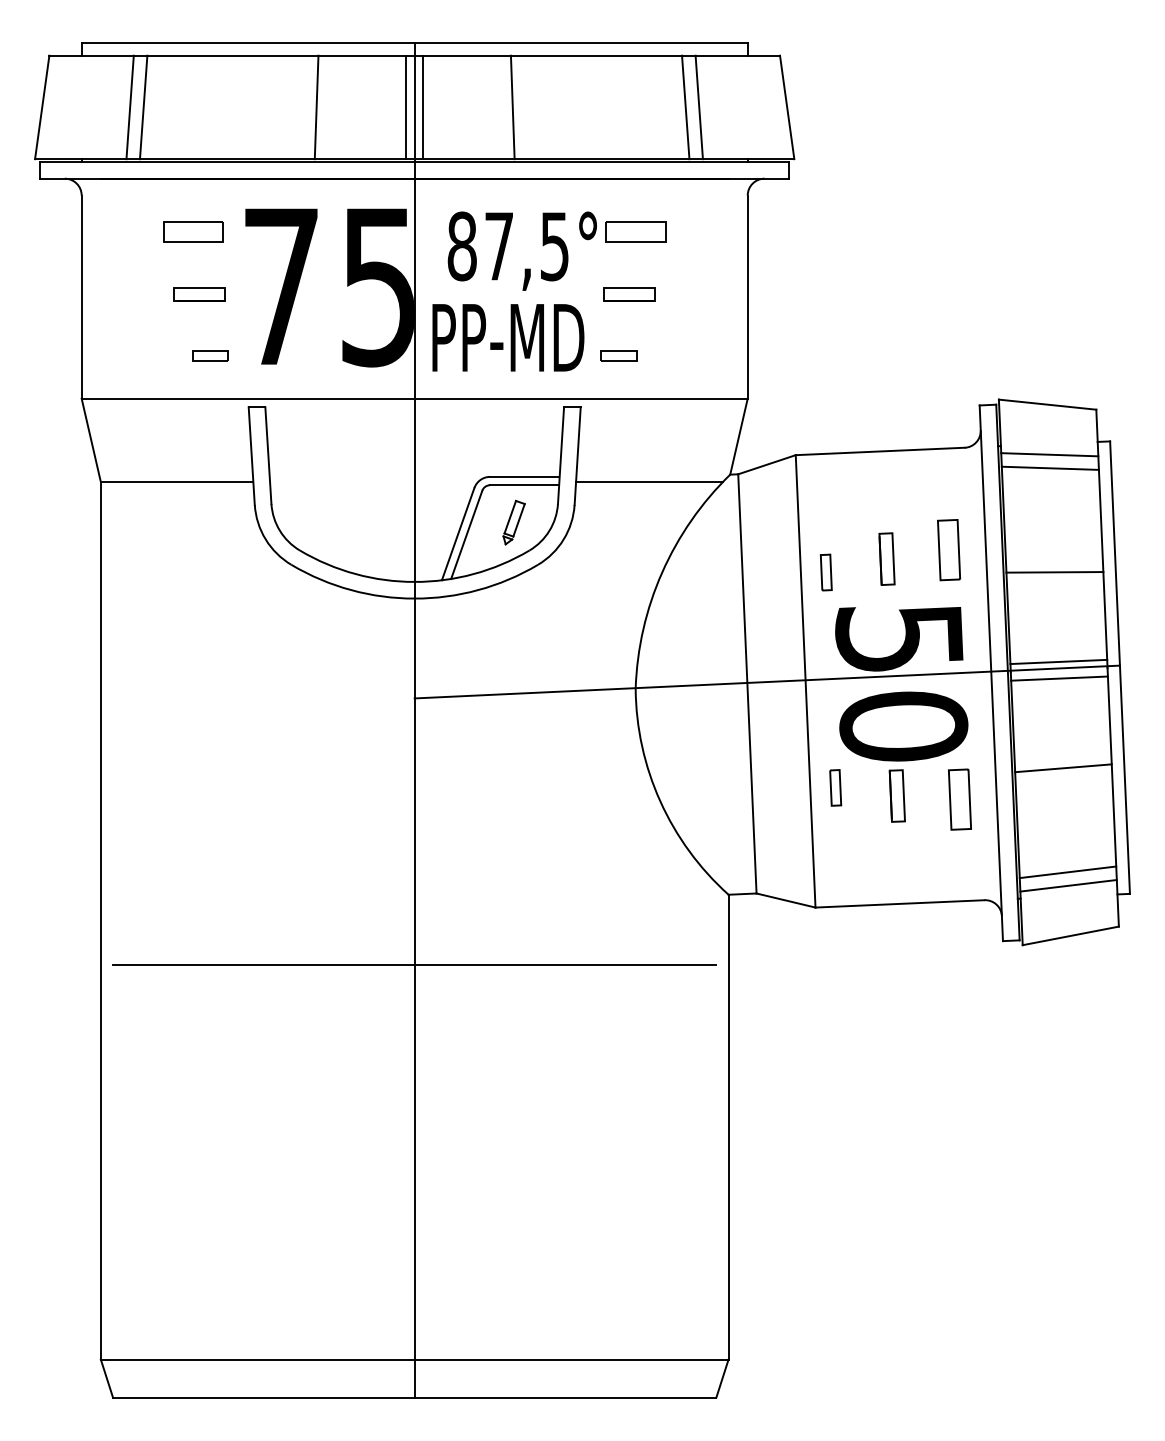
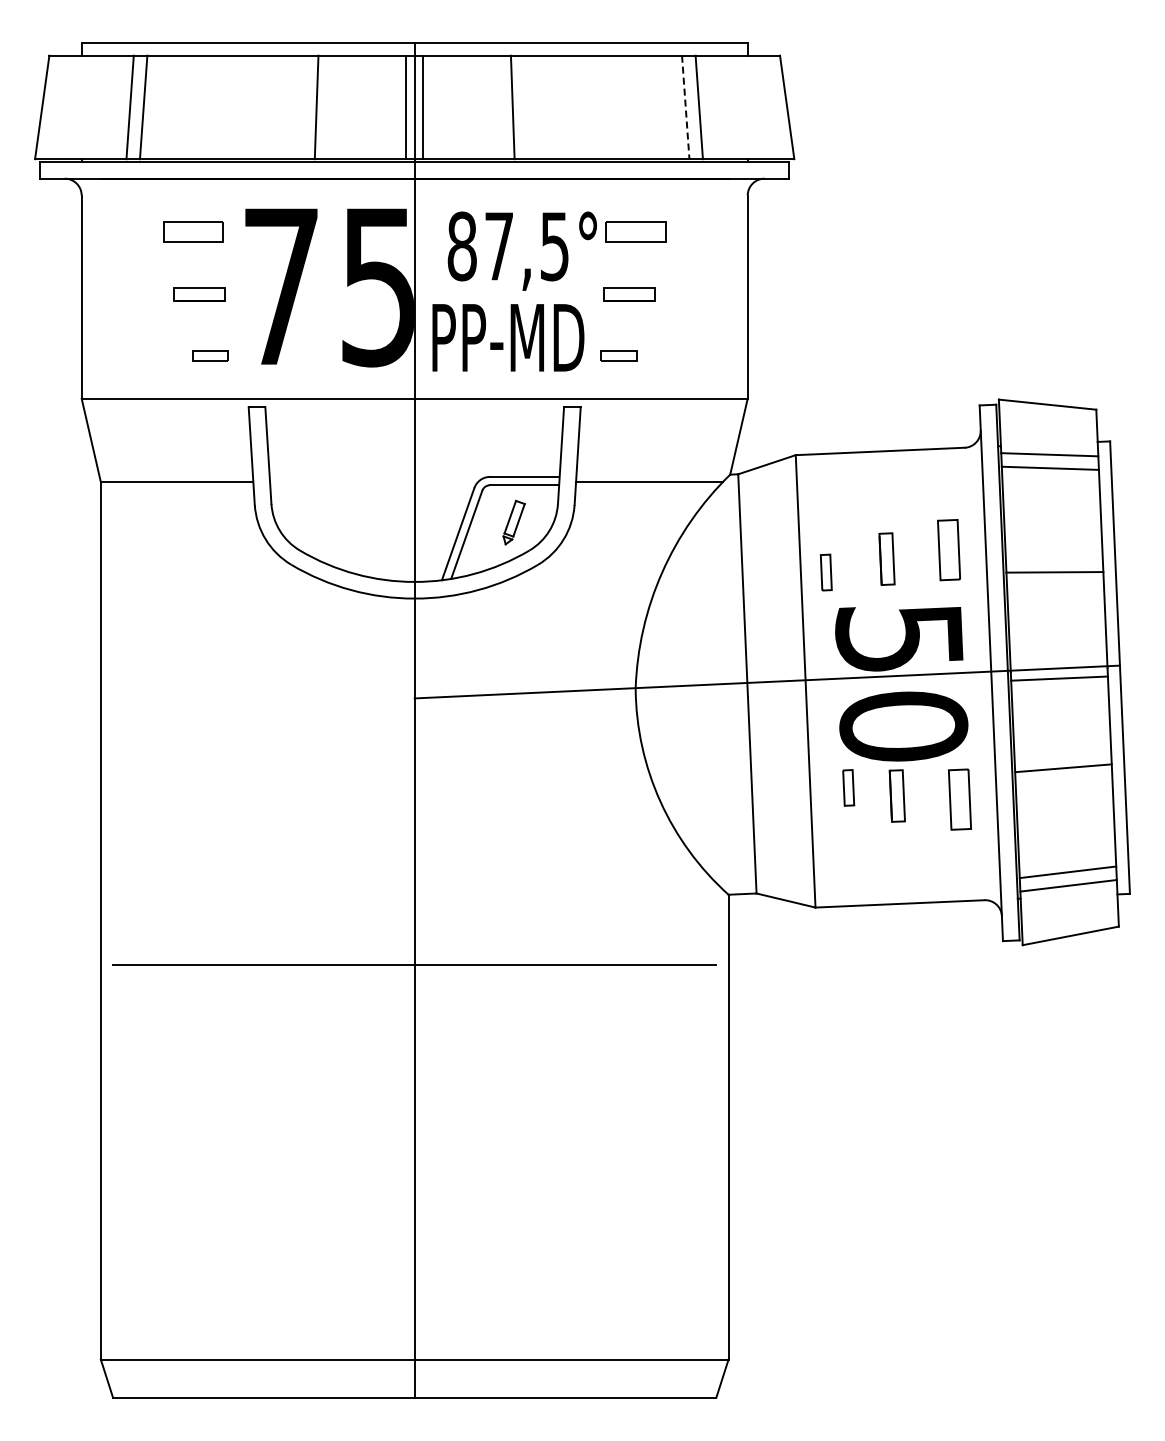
line at (685, 107): solid -> dashed
line at (1058, 661): present -> none
part at (835, 787) position: (835, 787) -> (848, 787)
